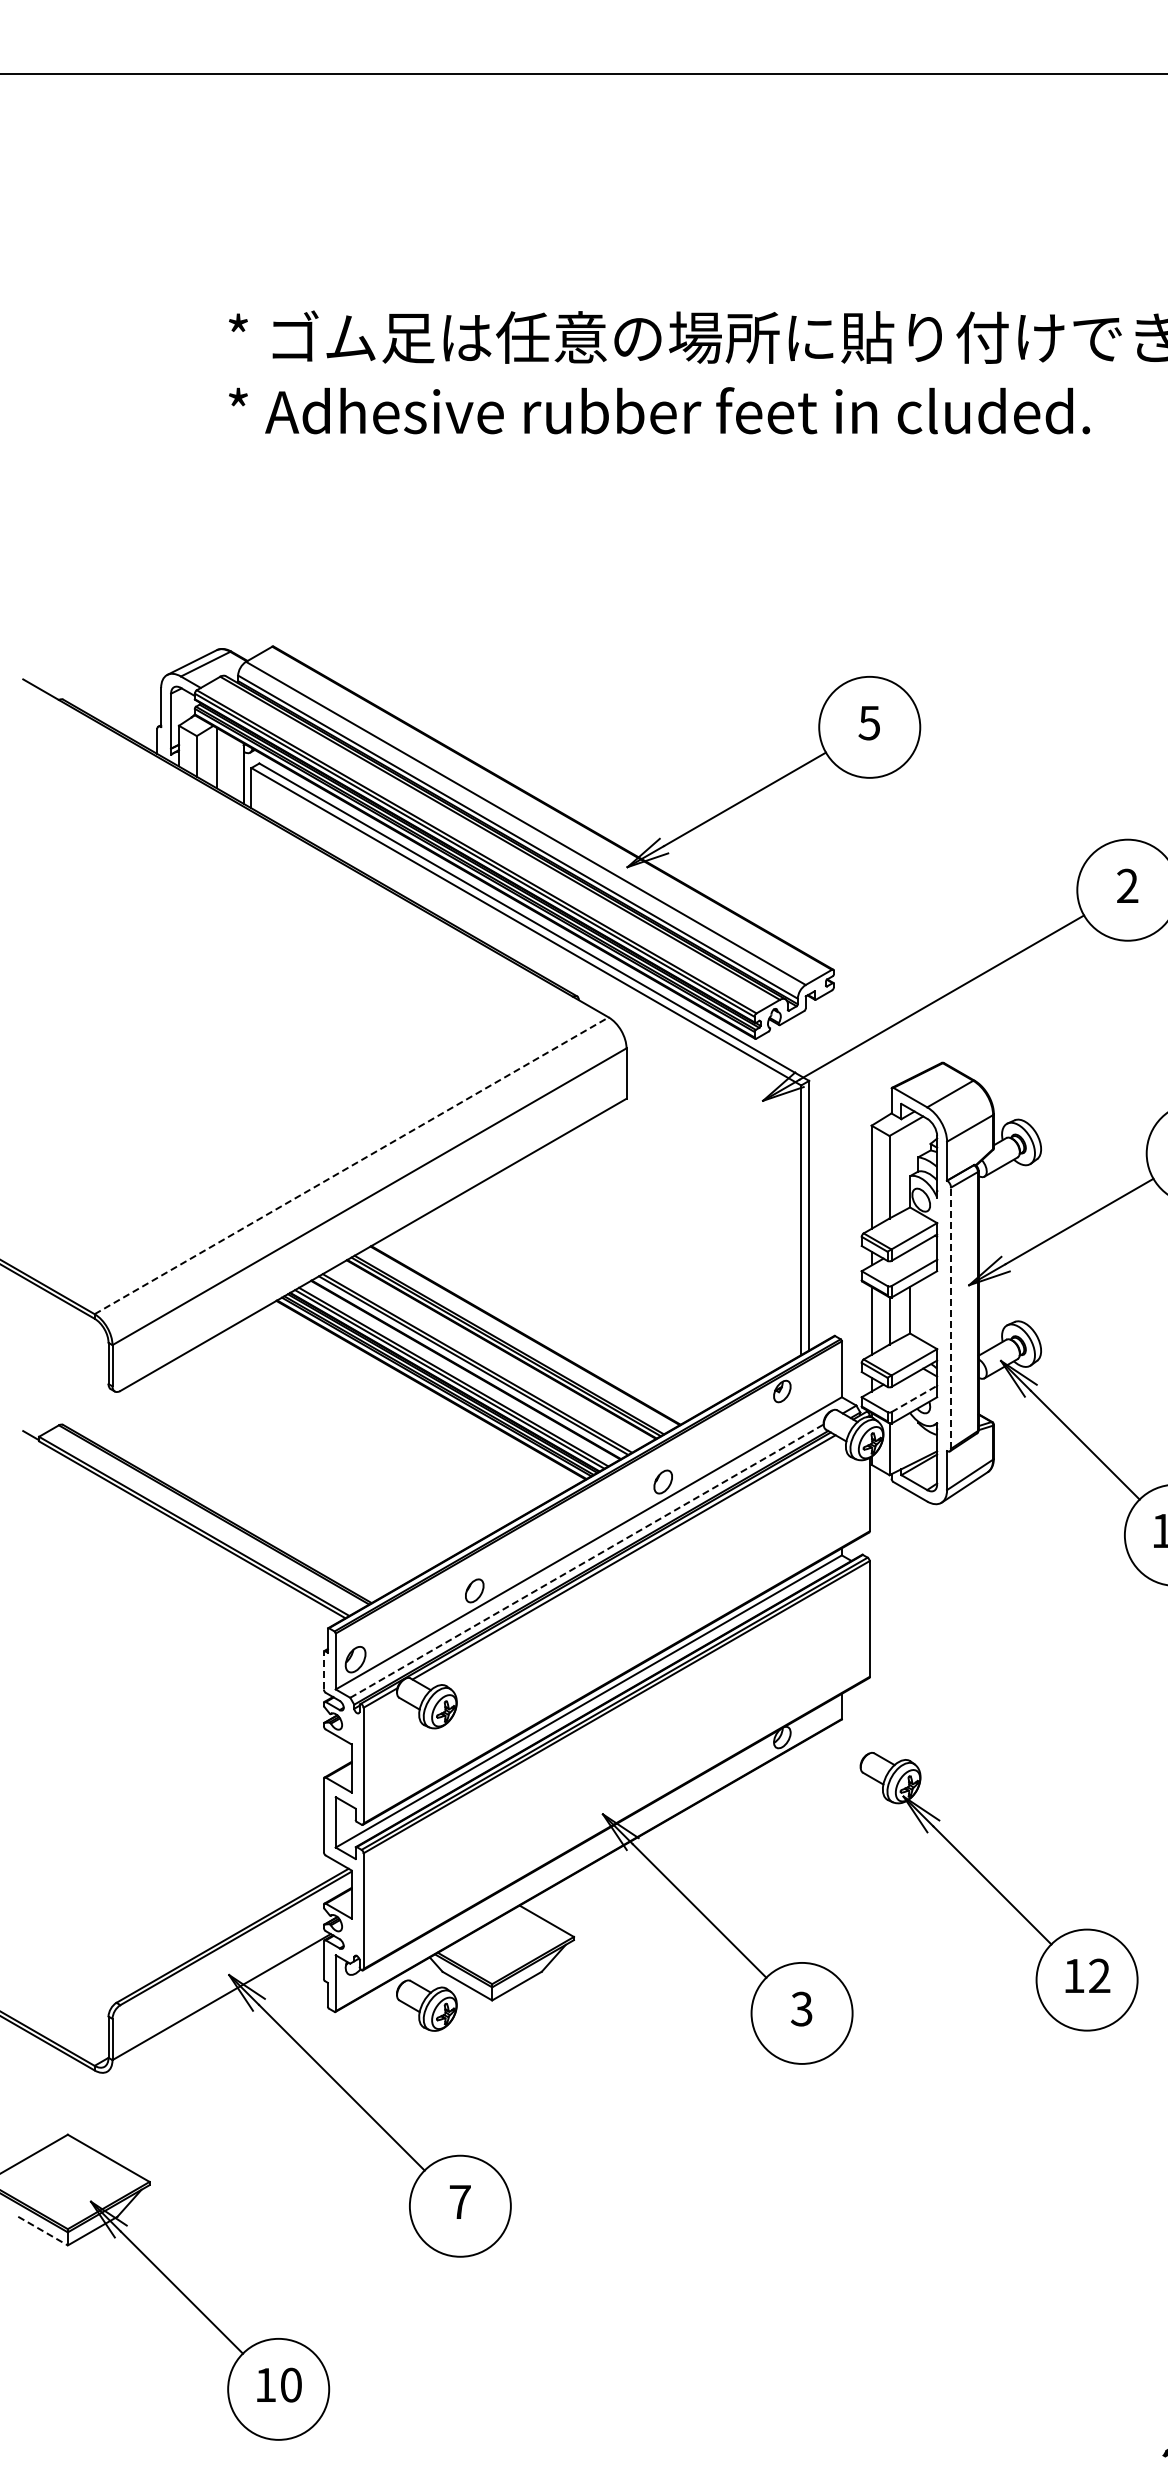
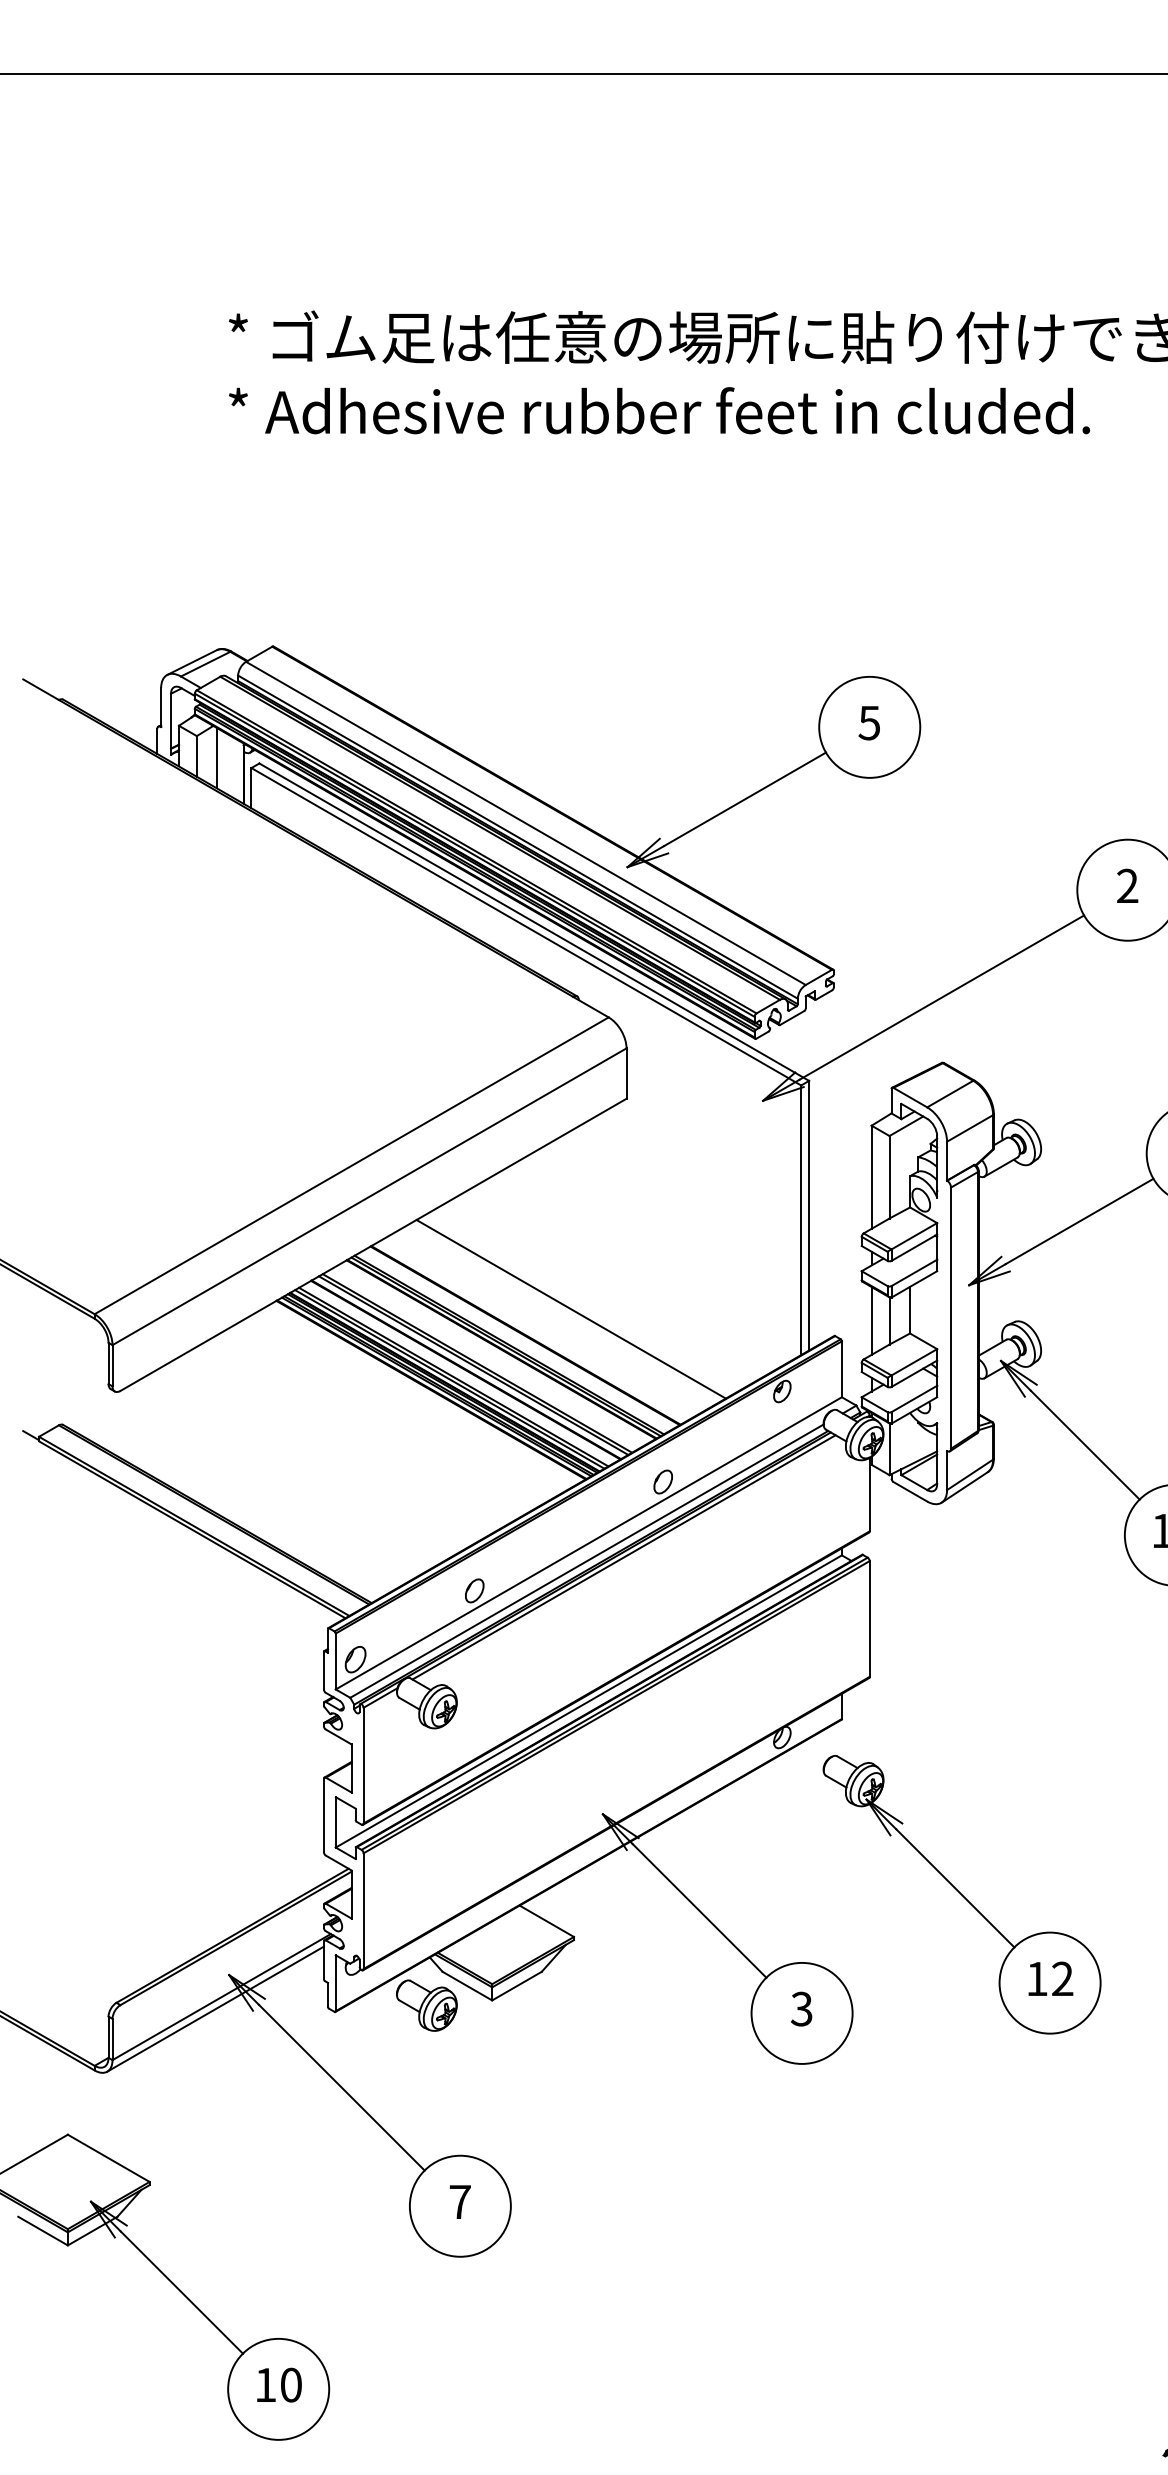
line at (351, 1165): dashed -> solid
line at (570, 1309): none -> present
line at (951, 1318): dashed -> solid
line at (914, 1398): dashed -> solid
line at (587, 1560): dashed -> solid
line at (323, 1670): dashed -> solid
part at (998, 1891) position: (998, 1891) -> (961, 1894)
line at (215, 2008): none -> present
line at (43, 2231): dashed -> solid
